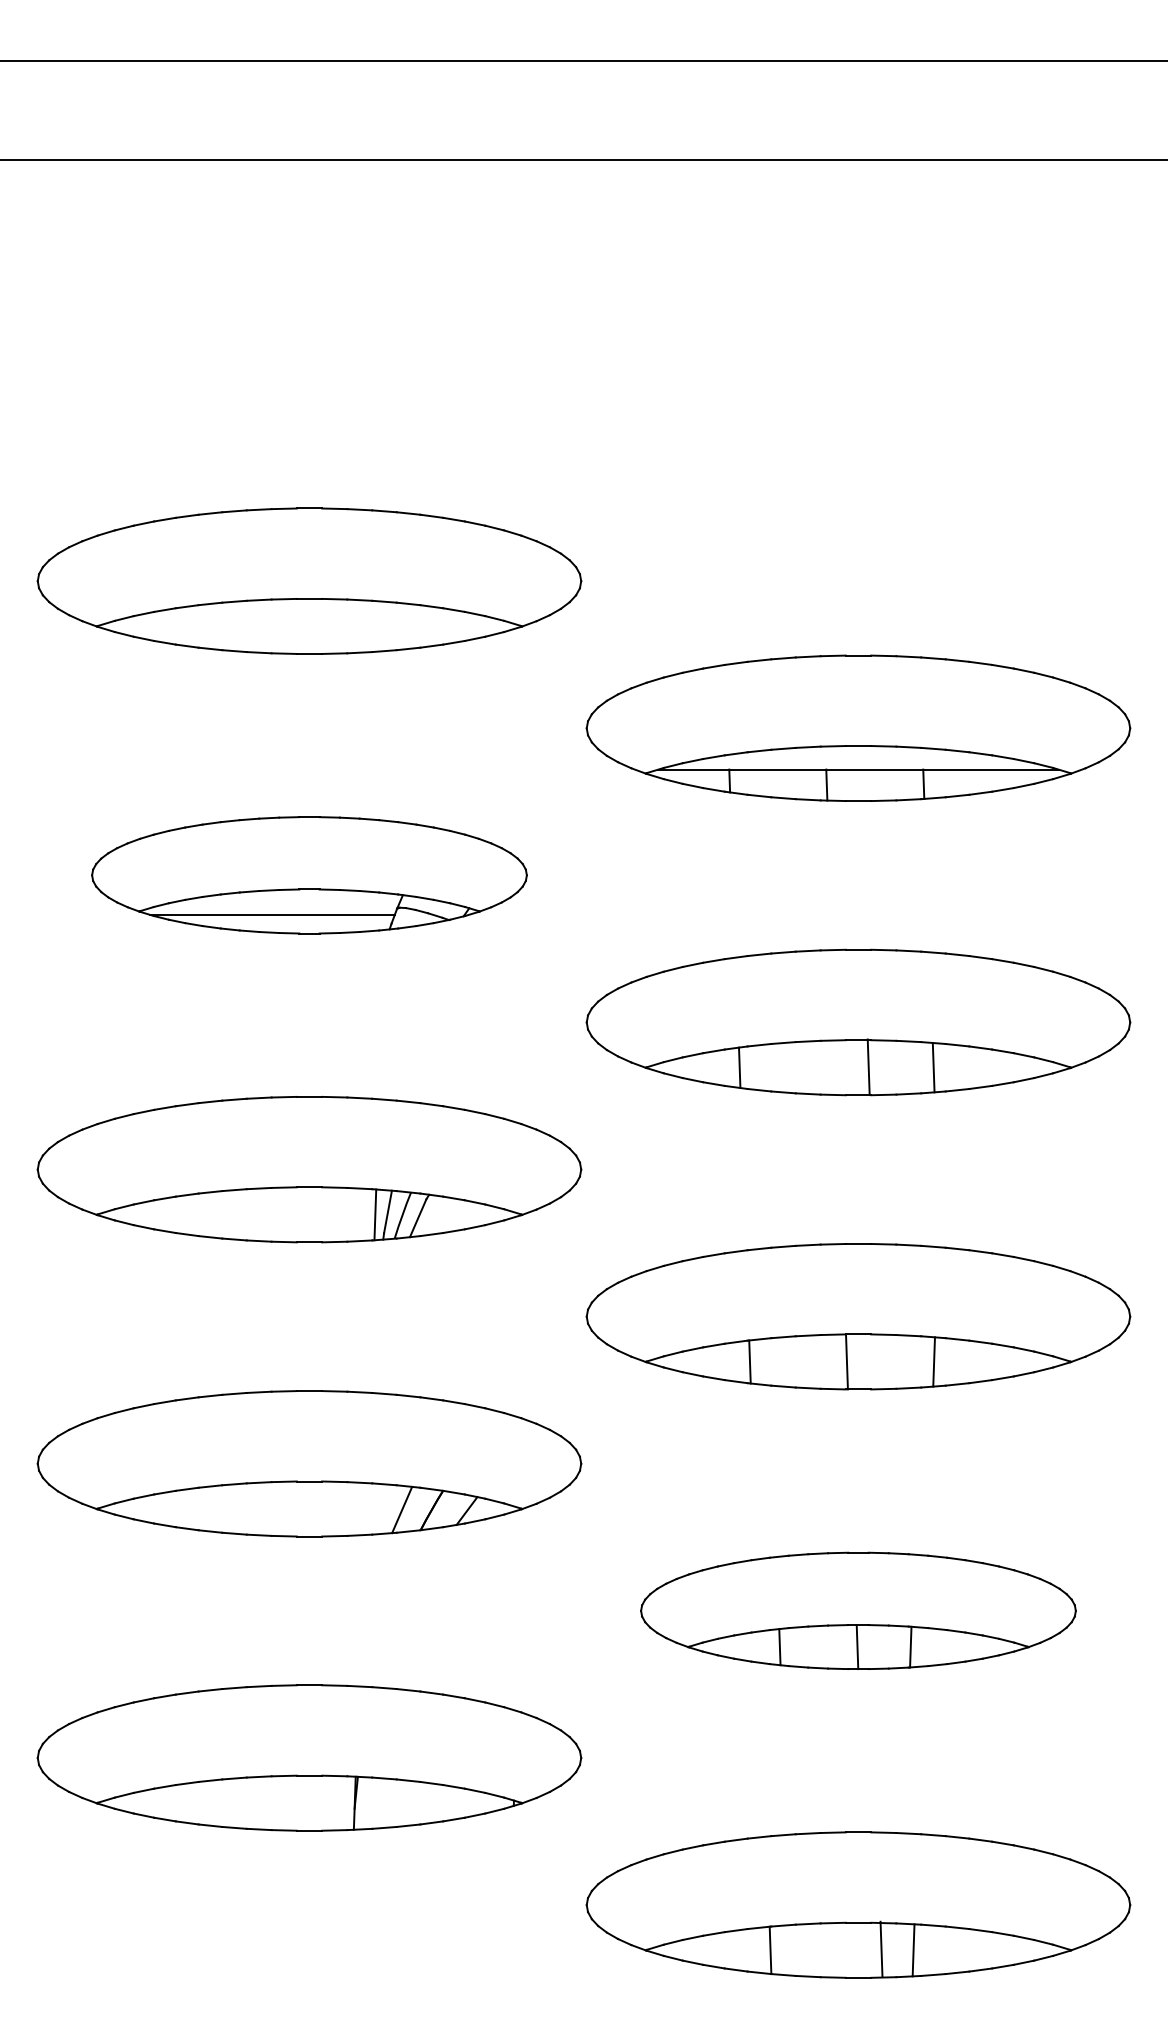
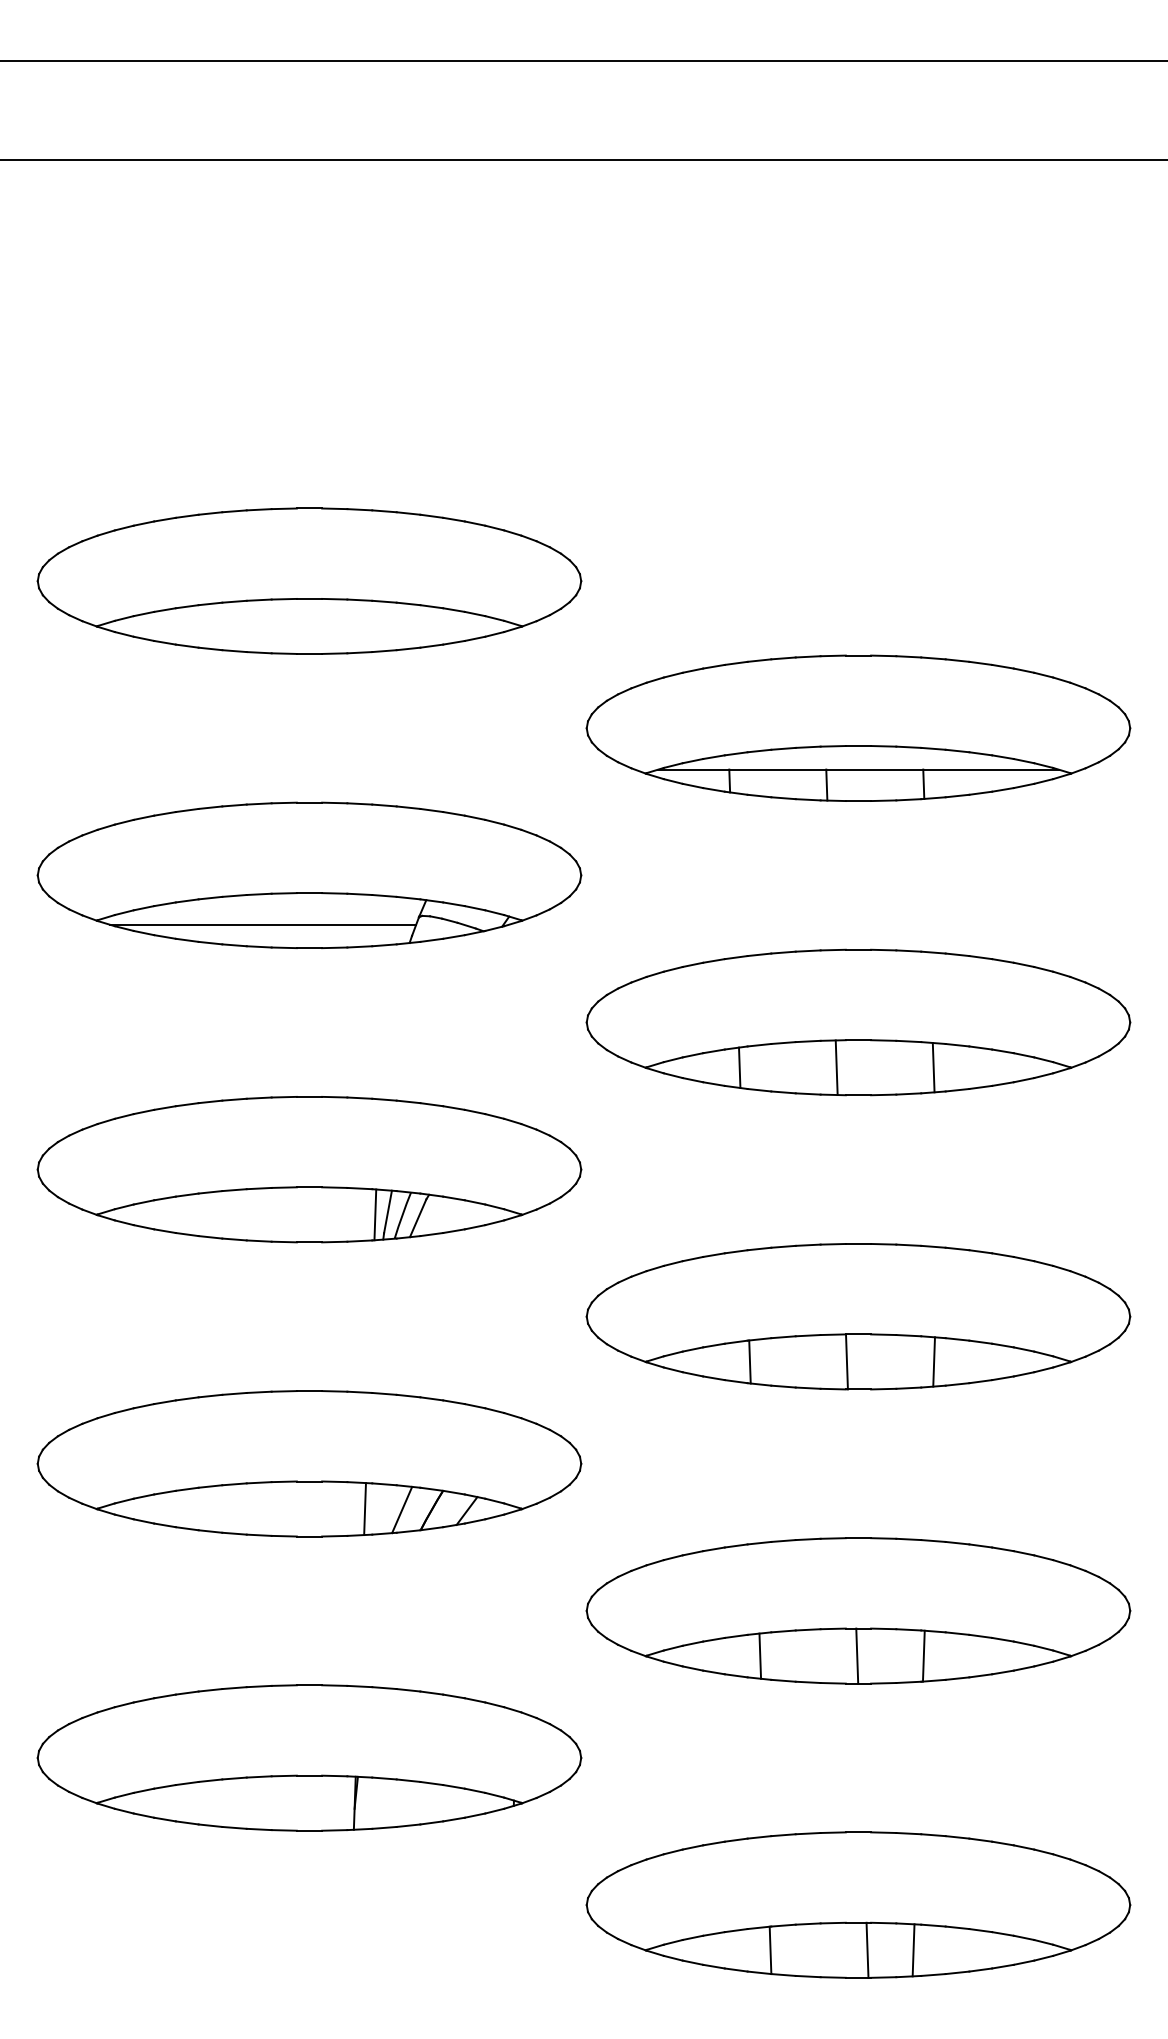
part at (309, 875) size: 437x119 px -> 547x148 px
line at (868, 1066) position: (868, 1066) -> (836, 1067)
line at (364, 1509): none -> present
part at (858, 1610) size: 437x119 px -> 547x148 px
line at (881, 1948) position: (881, 1948) -> (867, 1949)
